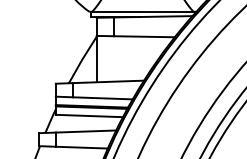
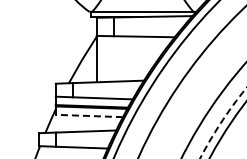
line at (89, 116): solid -> dashed
circle at (223, 122): solid -> dashed
